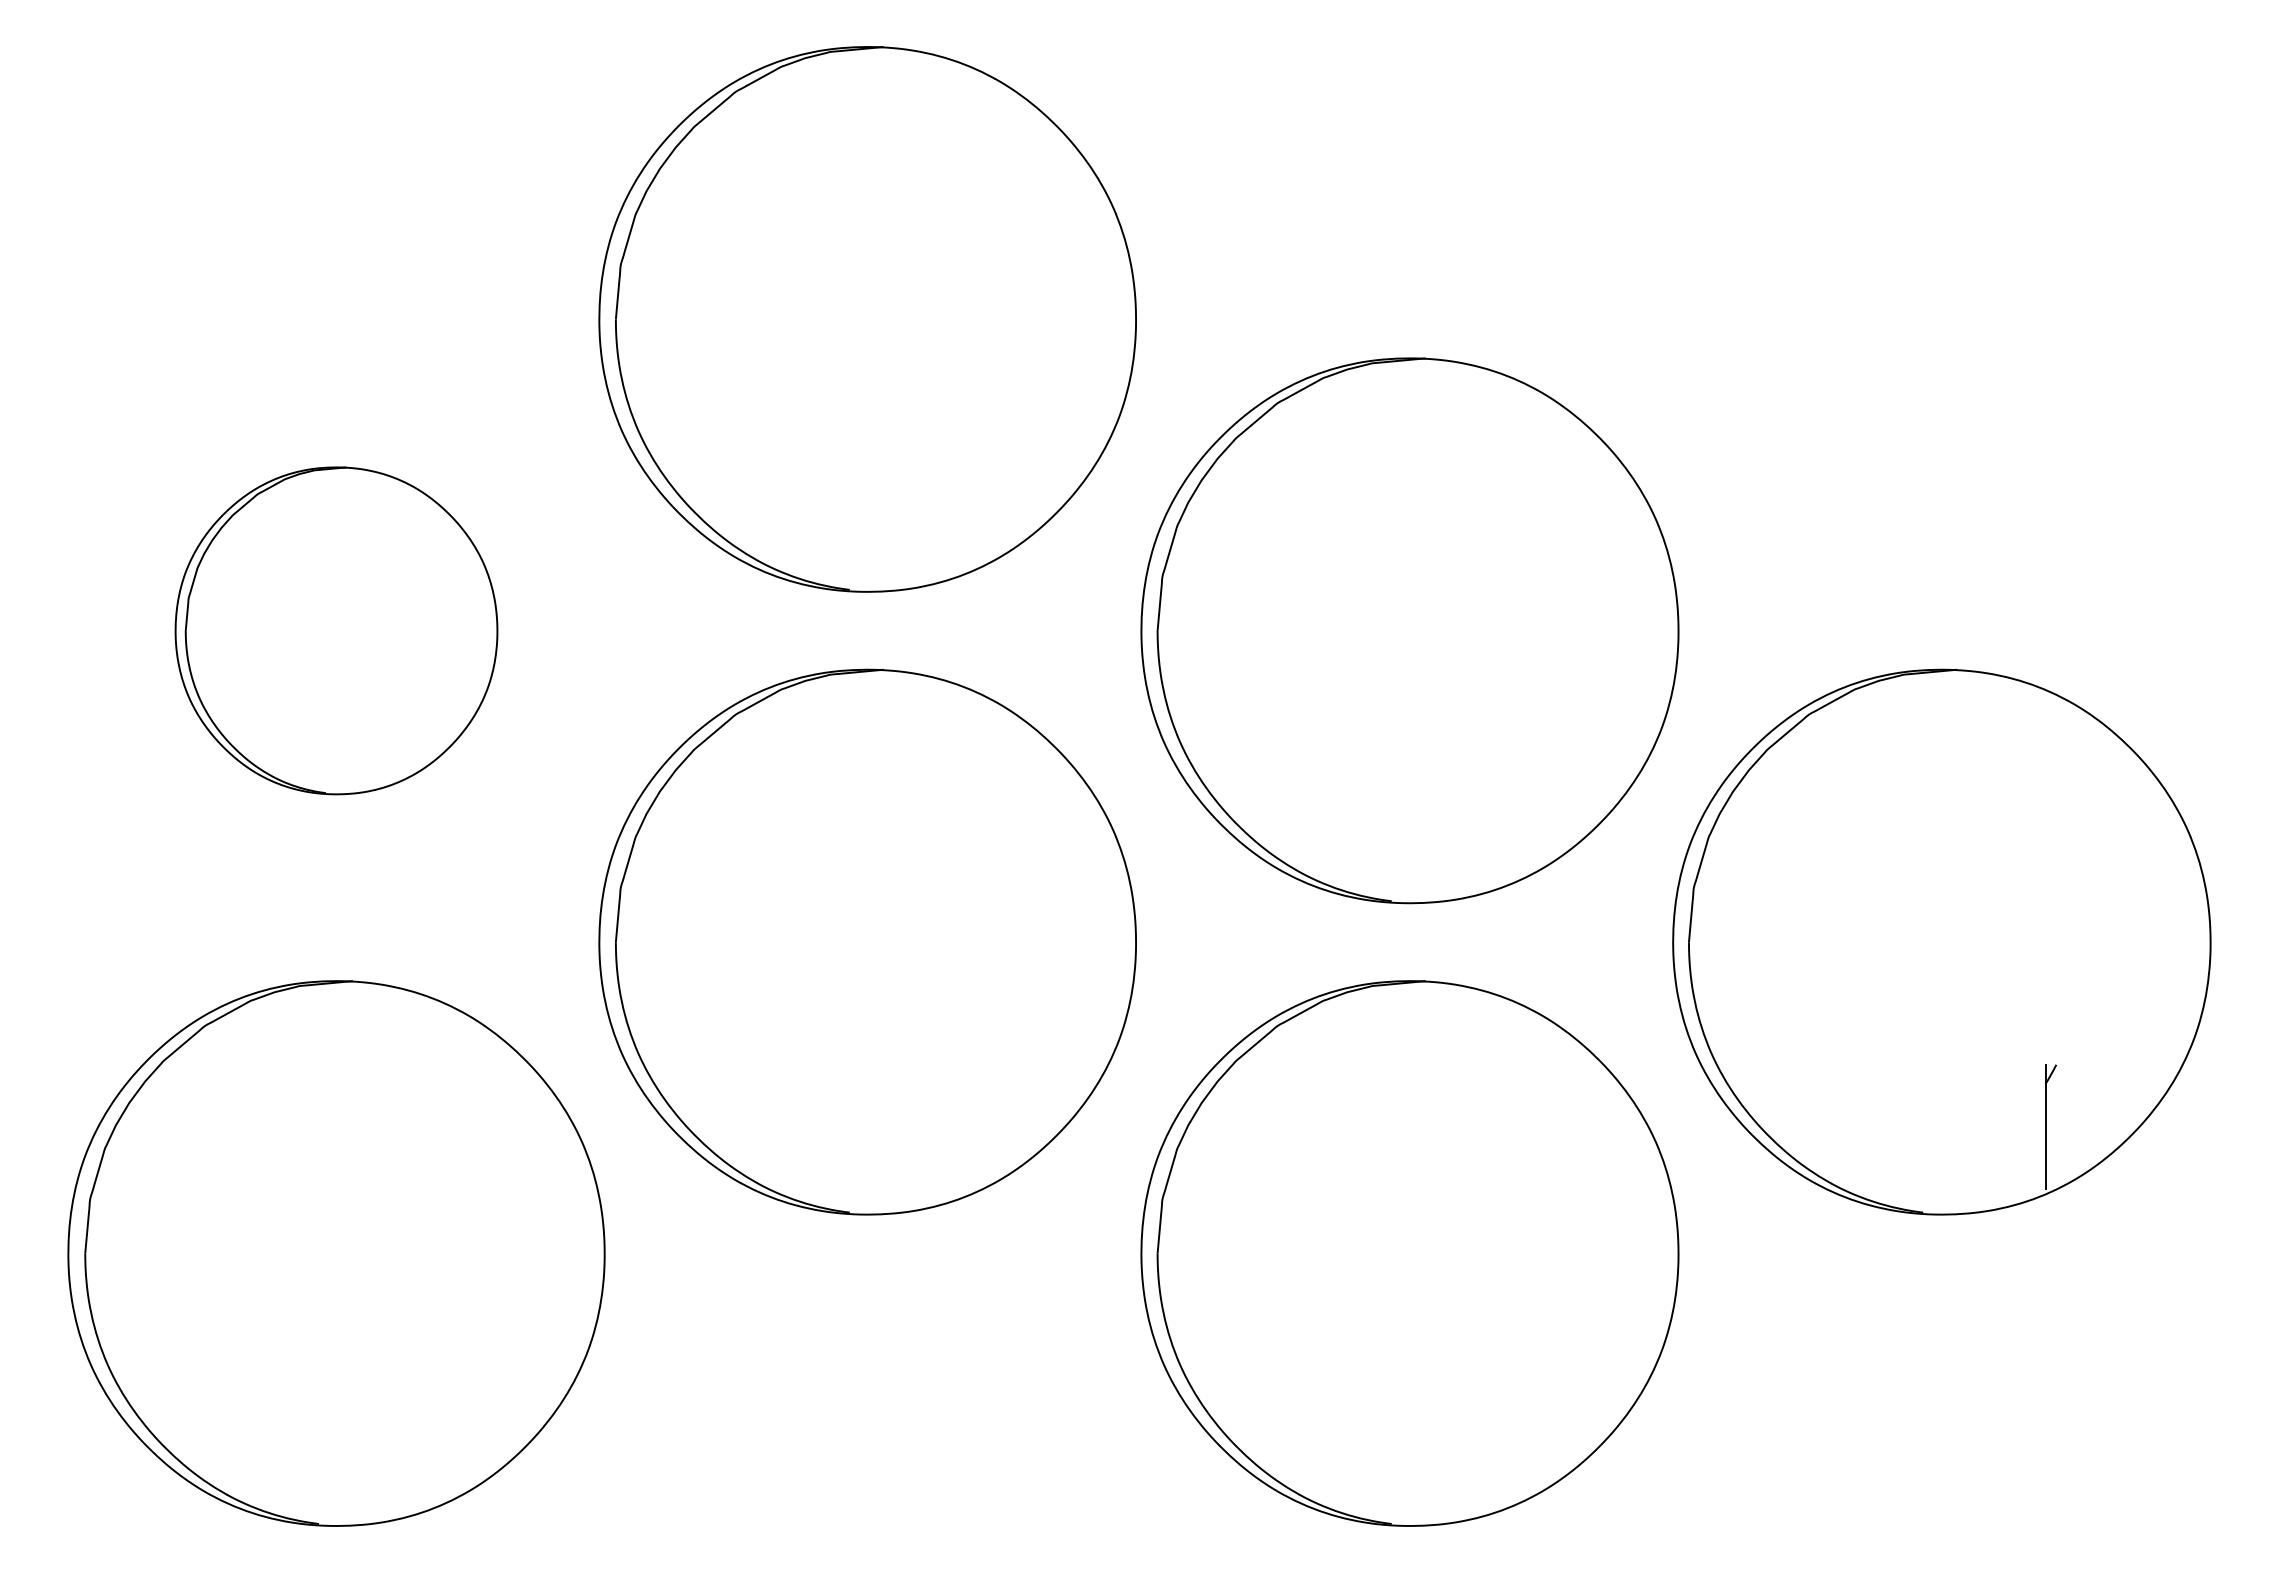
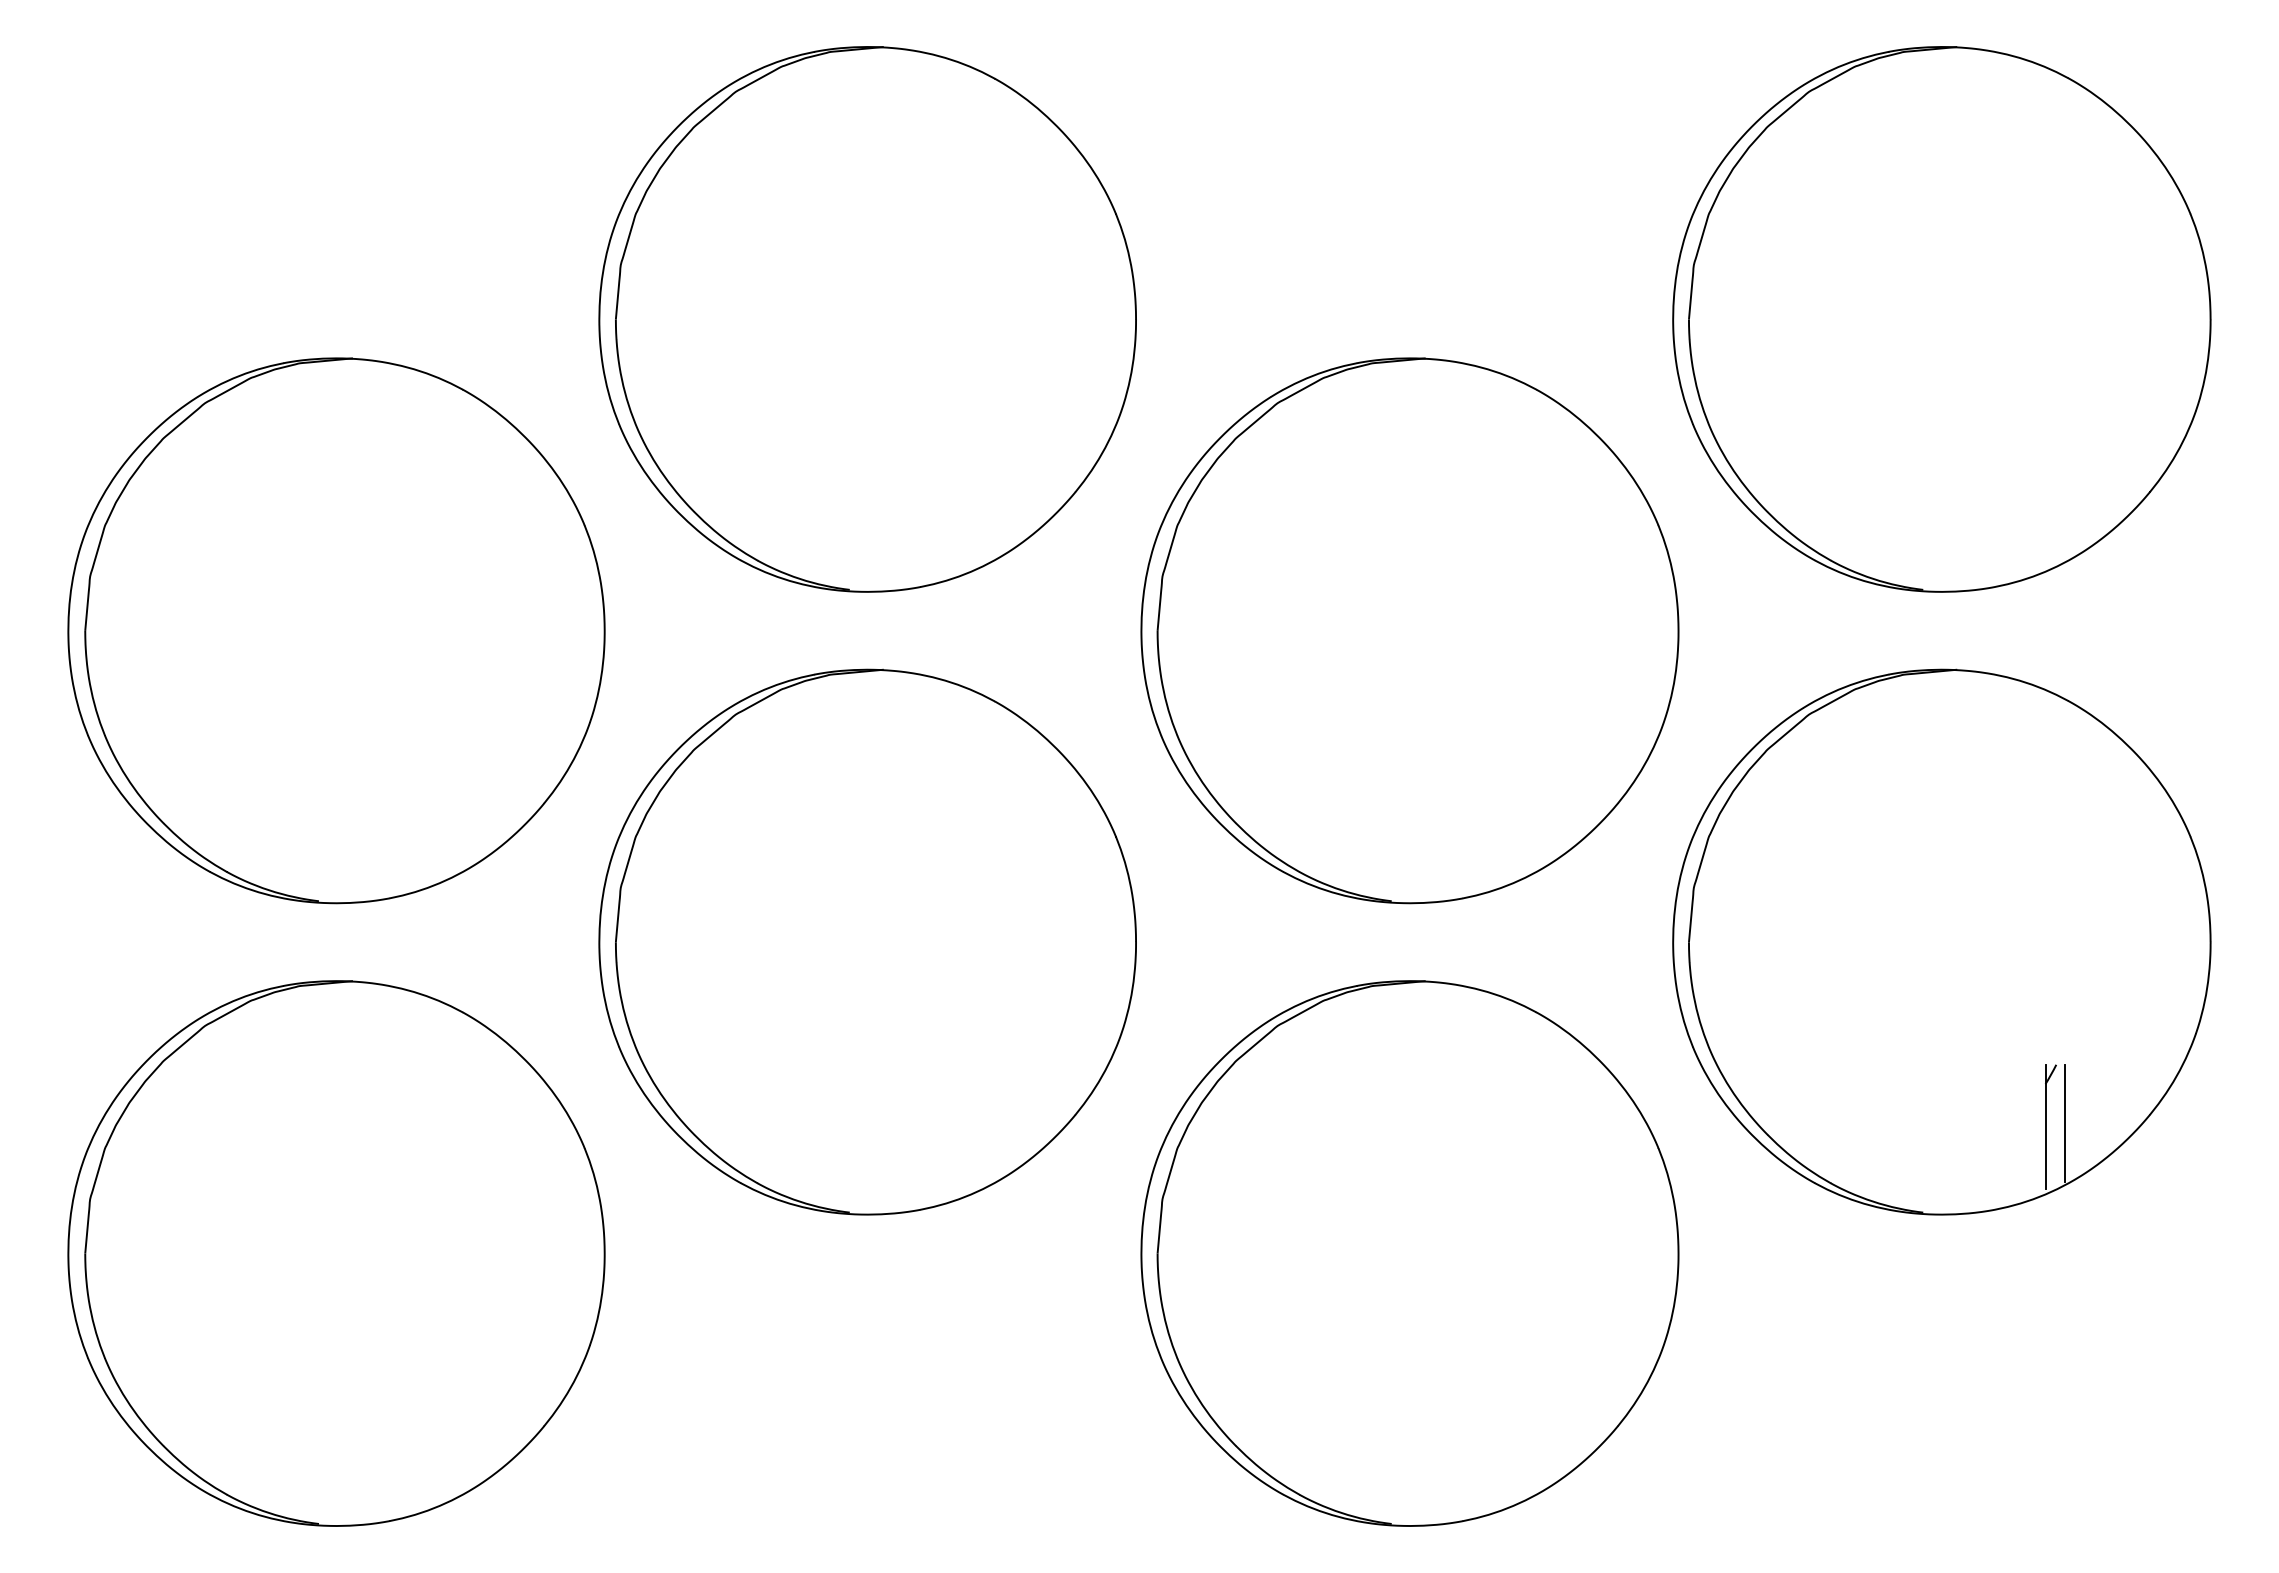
part at (1941, 319): none -> present
part at (336, 630) size: 325x330 px -> 539x548 px
line at (2064, 1122): none -> present
